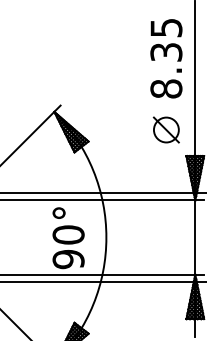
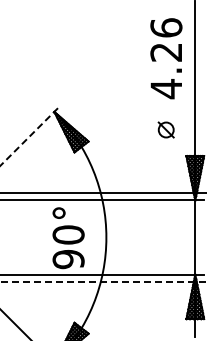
text at (166, 58): 8.35 -> 4.26
part at (165, 129) size: 28x28 px -> 18x18 px
line at (30, 135): solid -> dashed
line at (103, 282): solid -> dashed
